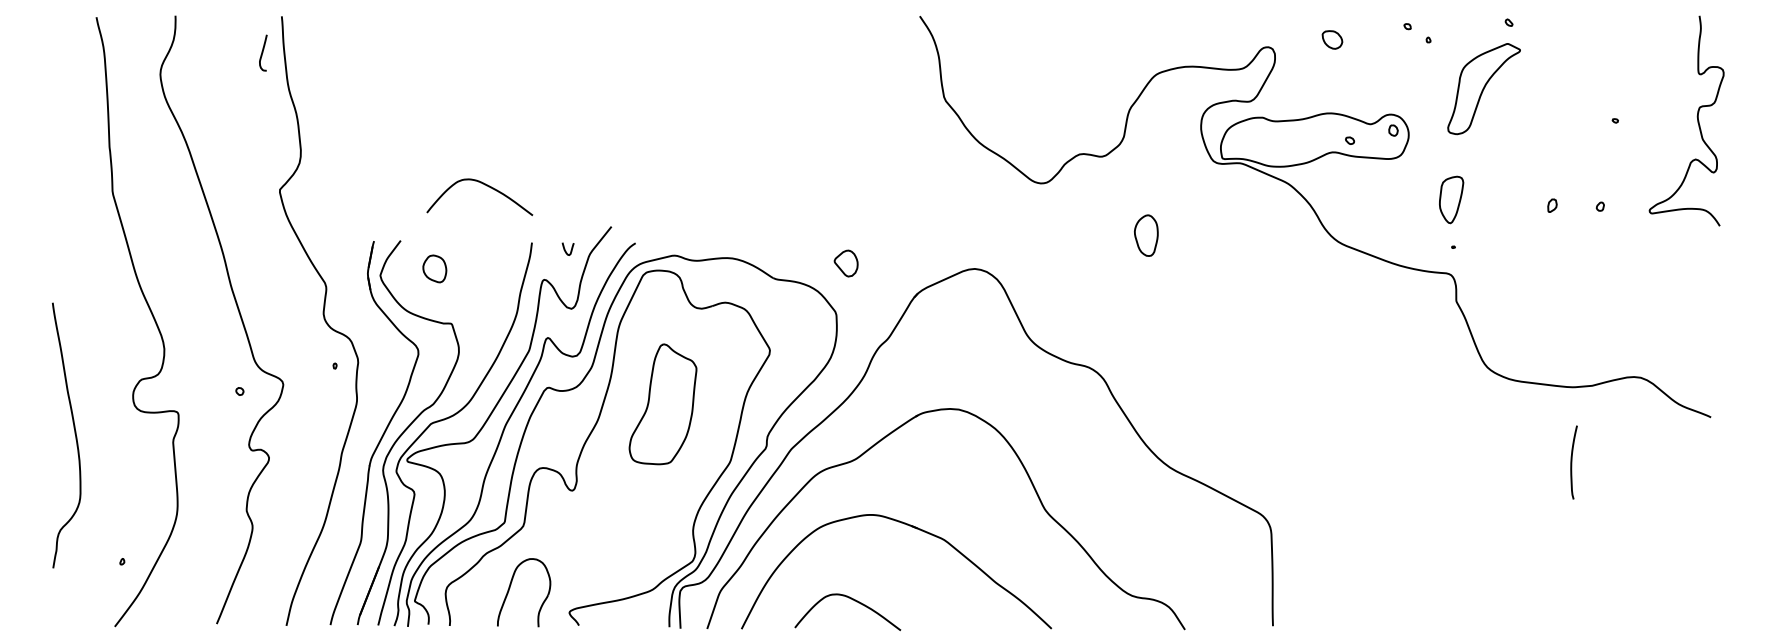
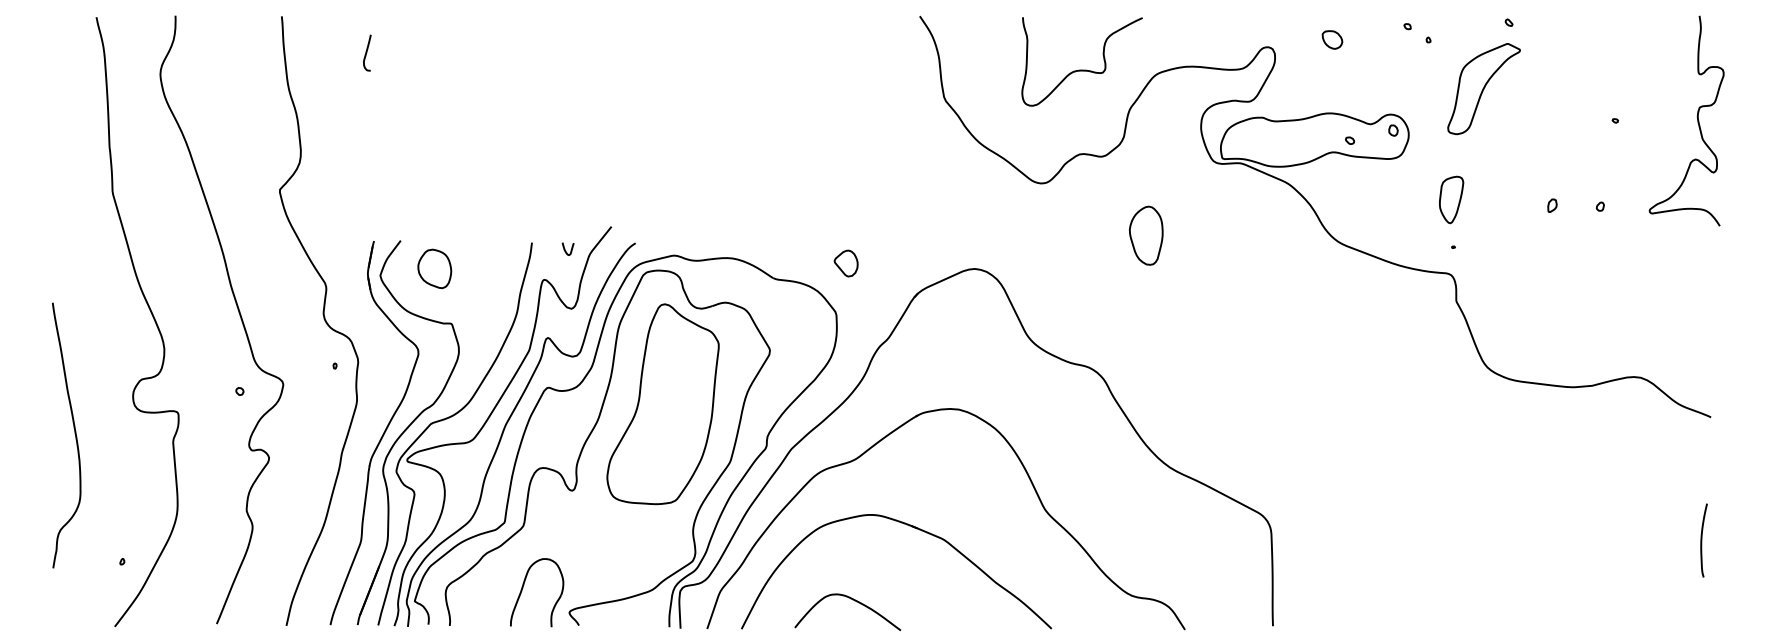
curve at (263, 52) position: (263, 52) -> (367, 52)
curve at (1081, 69): none -> present
curve at (484, 185): present -> none
part at (1146, 235) size: 25x43 px -> 35x61 px
part at (434, 268) size: 26x30 px -> 36x42 px
part at (662, 404) size: 70x123 px -> 114x203 px
curve at (1572, 462) position: (1572, 462) -> (1702, 540)
part at (510, 588) position: (510, 588) -> (523, 588)
